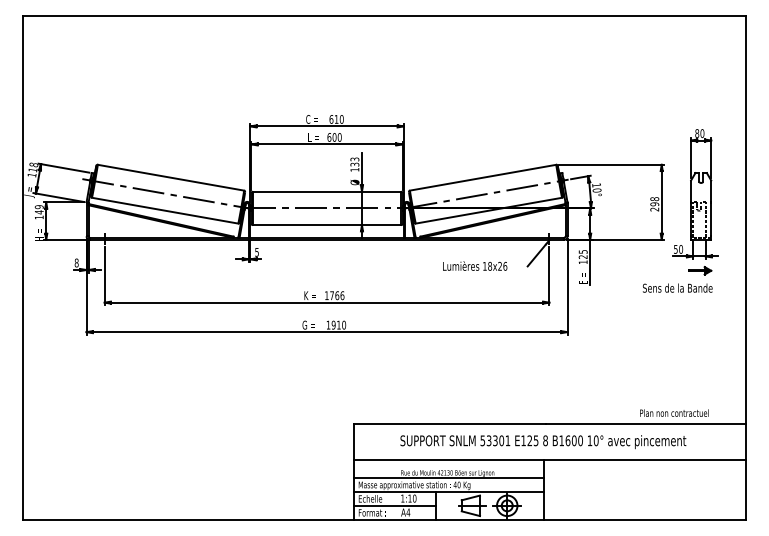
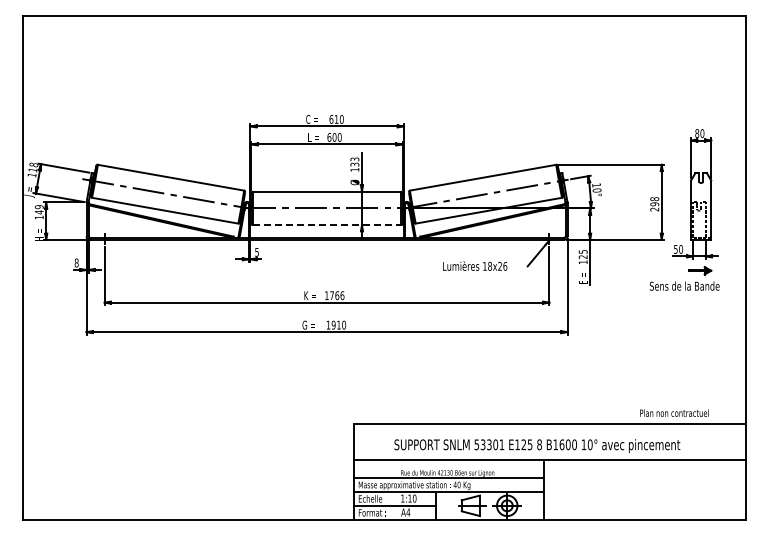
line at (327, 225): solid -> dashed
text at (677, 287) position: (677, 287) -> (684, 285)
text at (543, 442) position: (543, 442) -> (537, 446)
